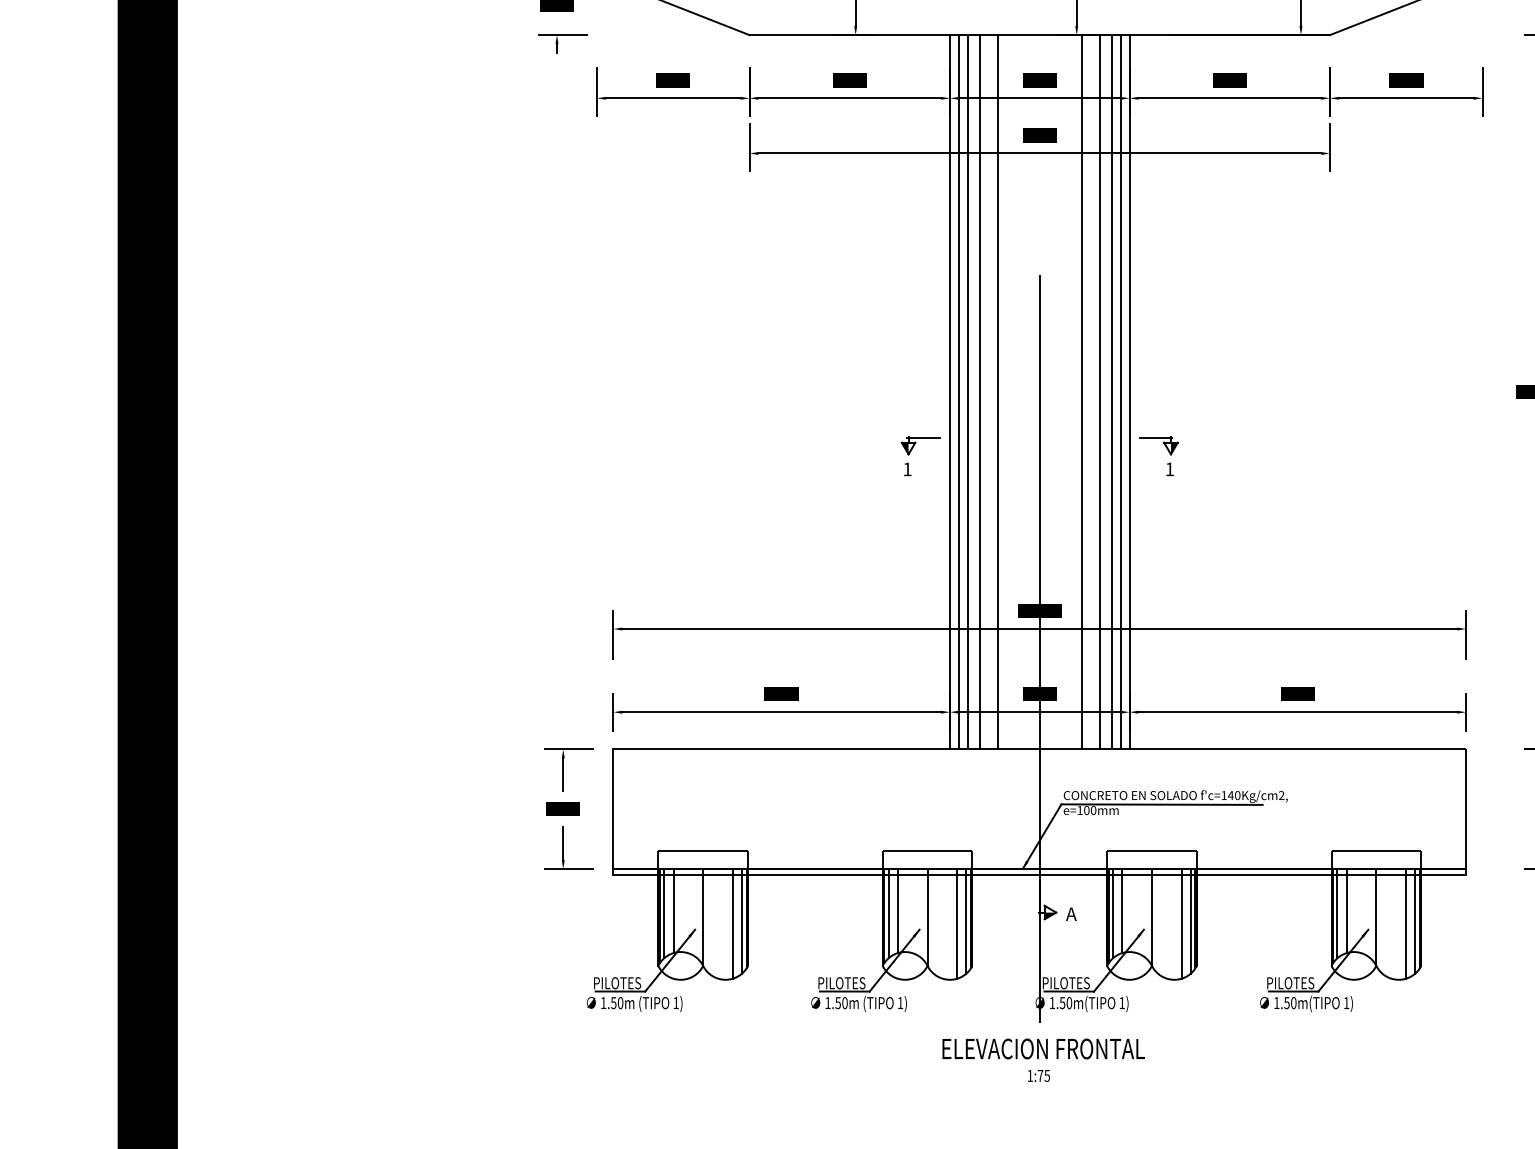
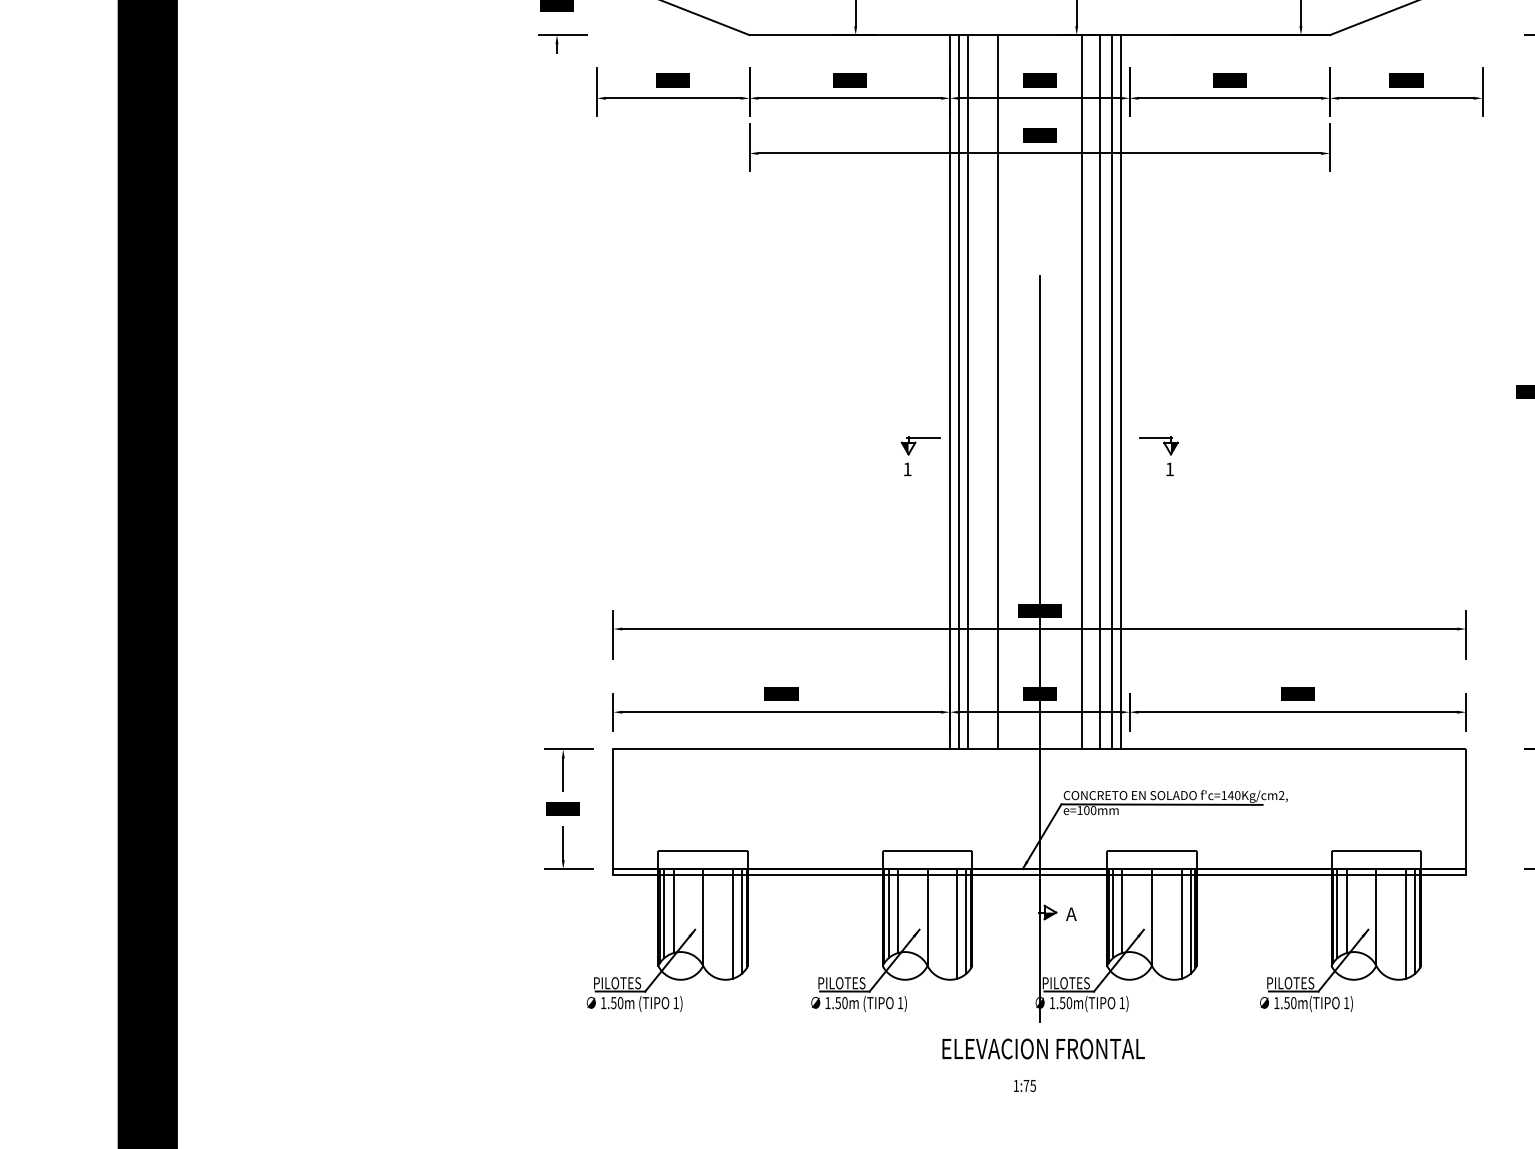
line at (979, 392): present -> none
line at (1129, 392): present -> none
text at (1038, 1075) position: (1038, 1075) -> (1024, 1085)
